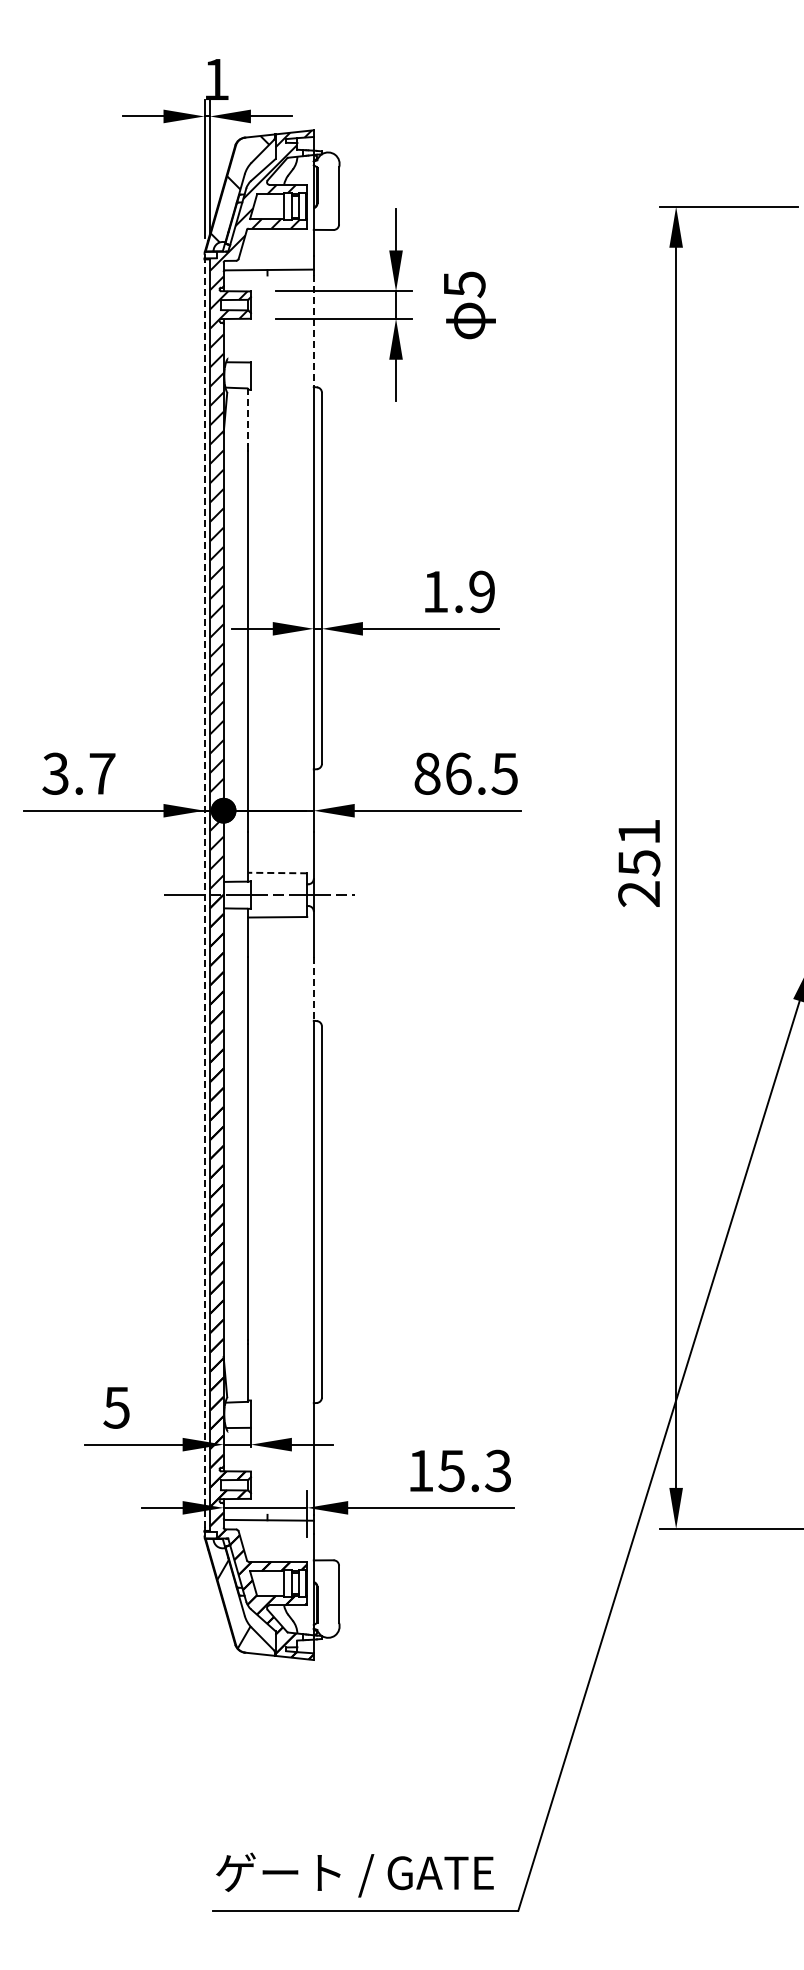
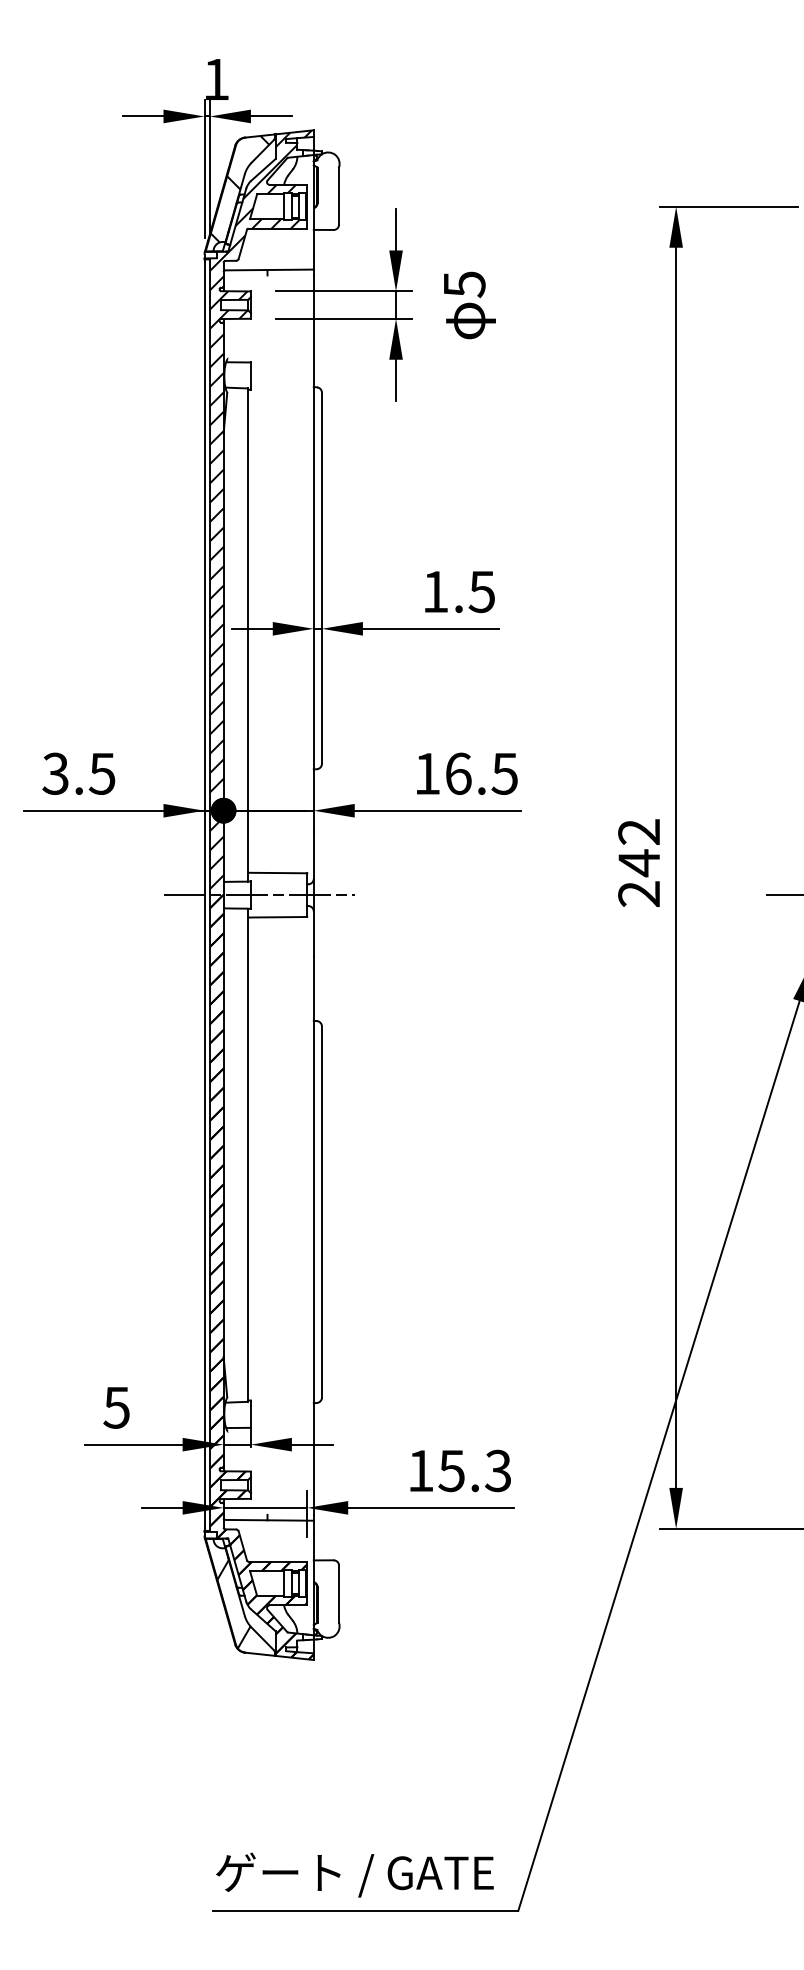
line at (313, 331): dashed -> solid
line at (248, 417): dashed -> solid
text at (481, 591): 1.9 -> 1.5
text at (101, 773): 3.7 -> 3.5
text at (427, 773): 86.5 -> 16.5
text at (639, 848): 251 -> 242
line at (277, 873): dashed -> solid
line at (204, 894): dashed -> solid
line at (783, 895): none -> present
line at (313, 989): dashed -> solid
